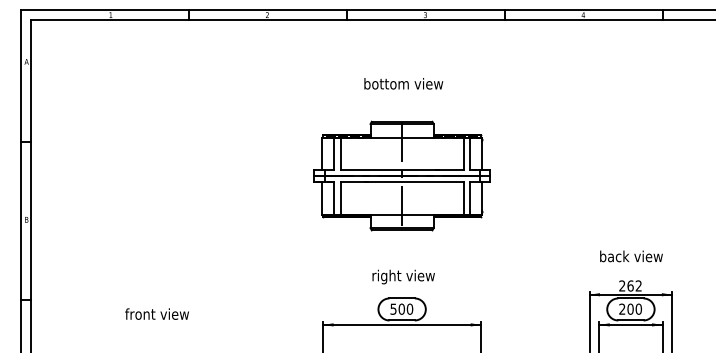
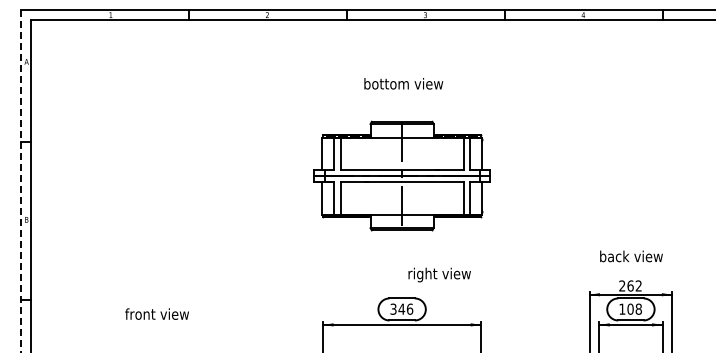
line at (21, 181): solid -> dashed
text at (403, 276) position: (403, 276) -> (439, 274)
text at (401, 308): 500 -> 346
text at (630, 308): 200 -> 108
